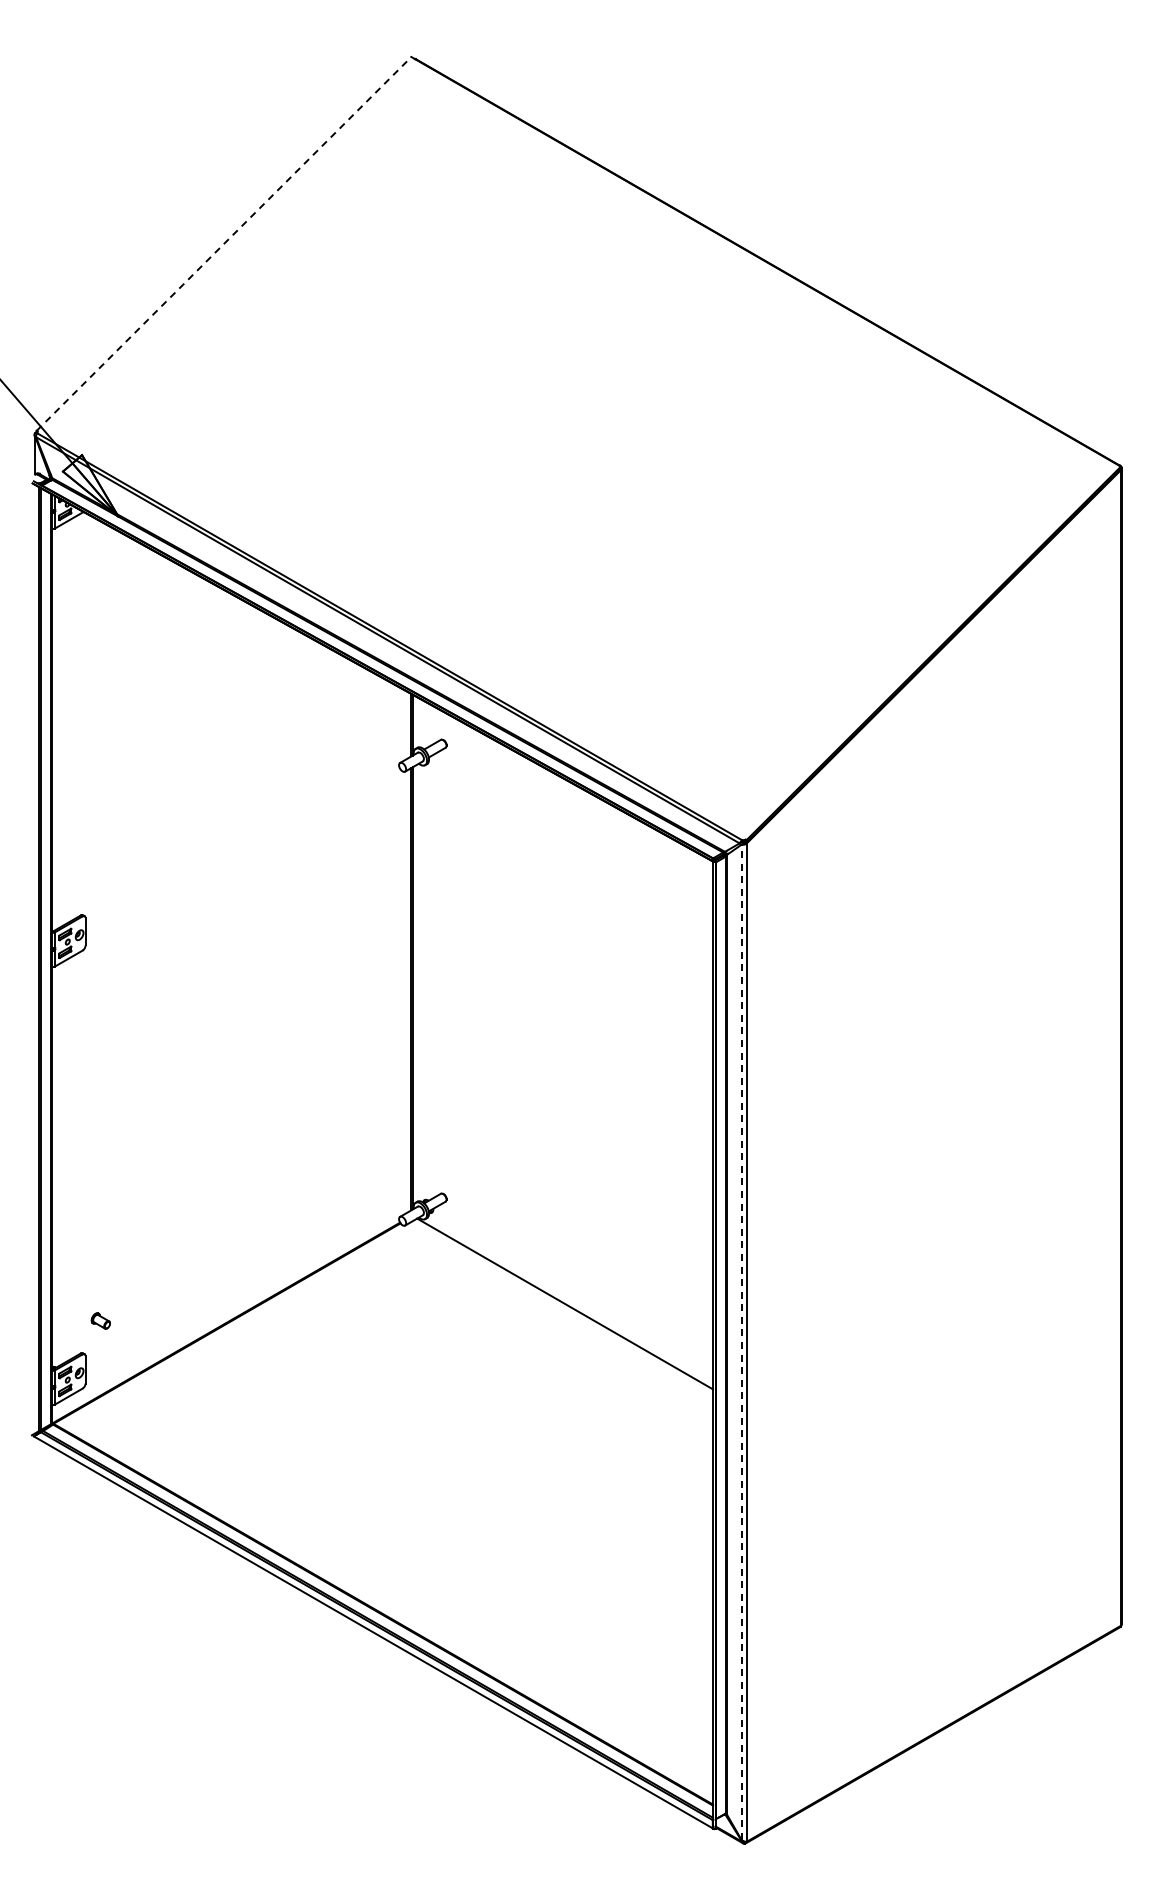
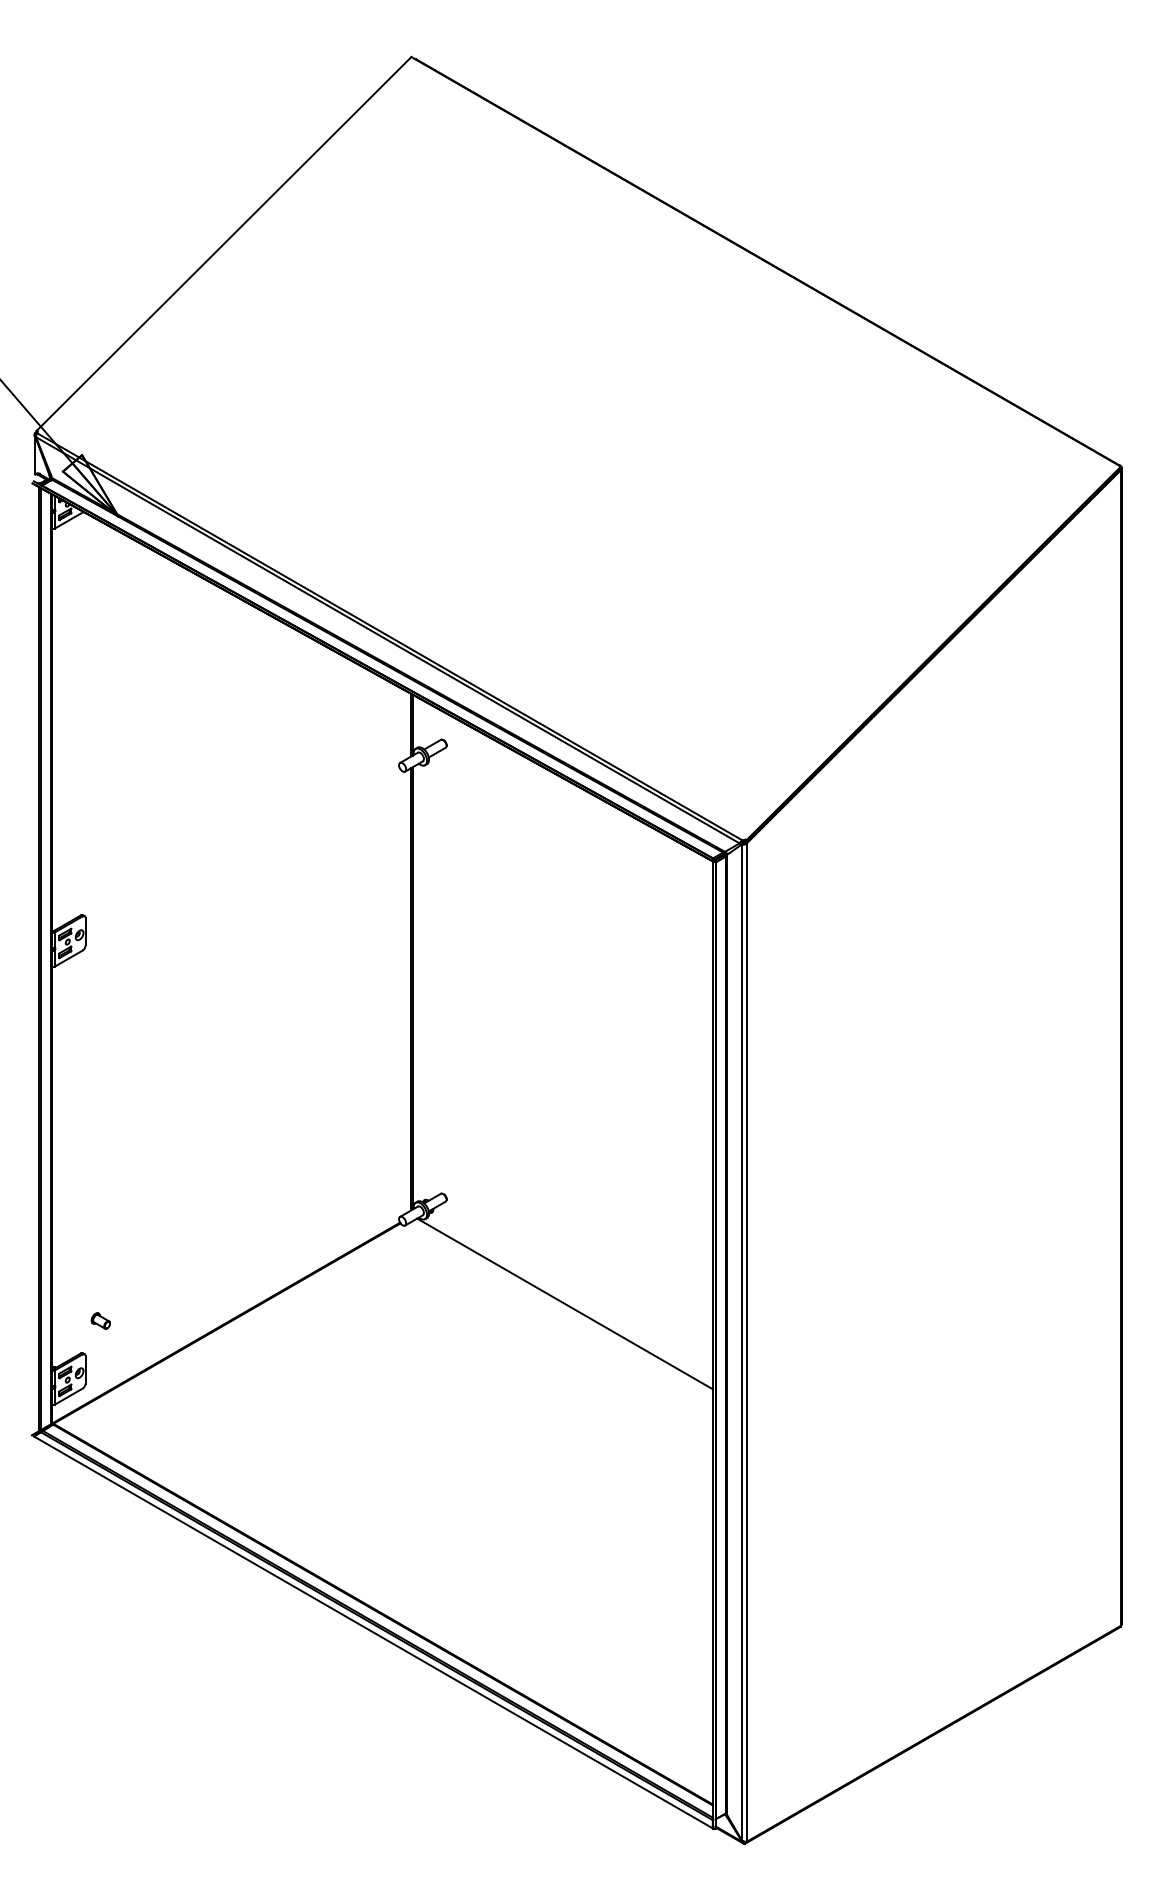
line at (224, 243): dashed -> solid
line at (741, 1342): dashed -> solid
